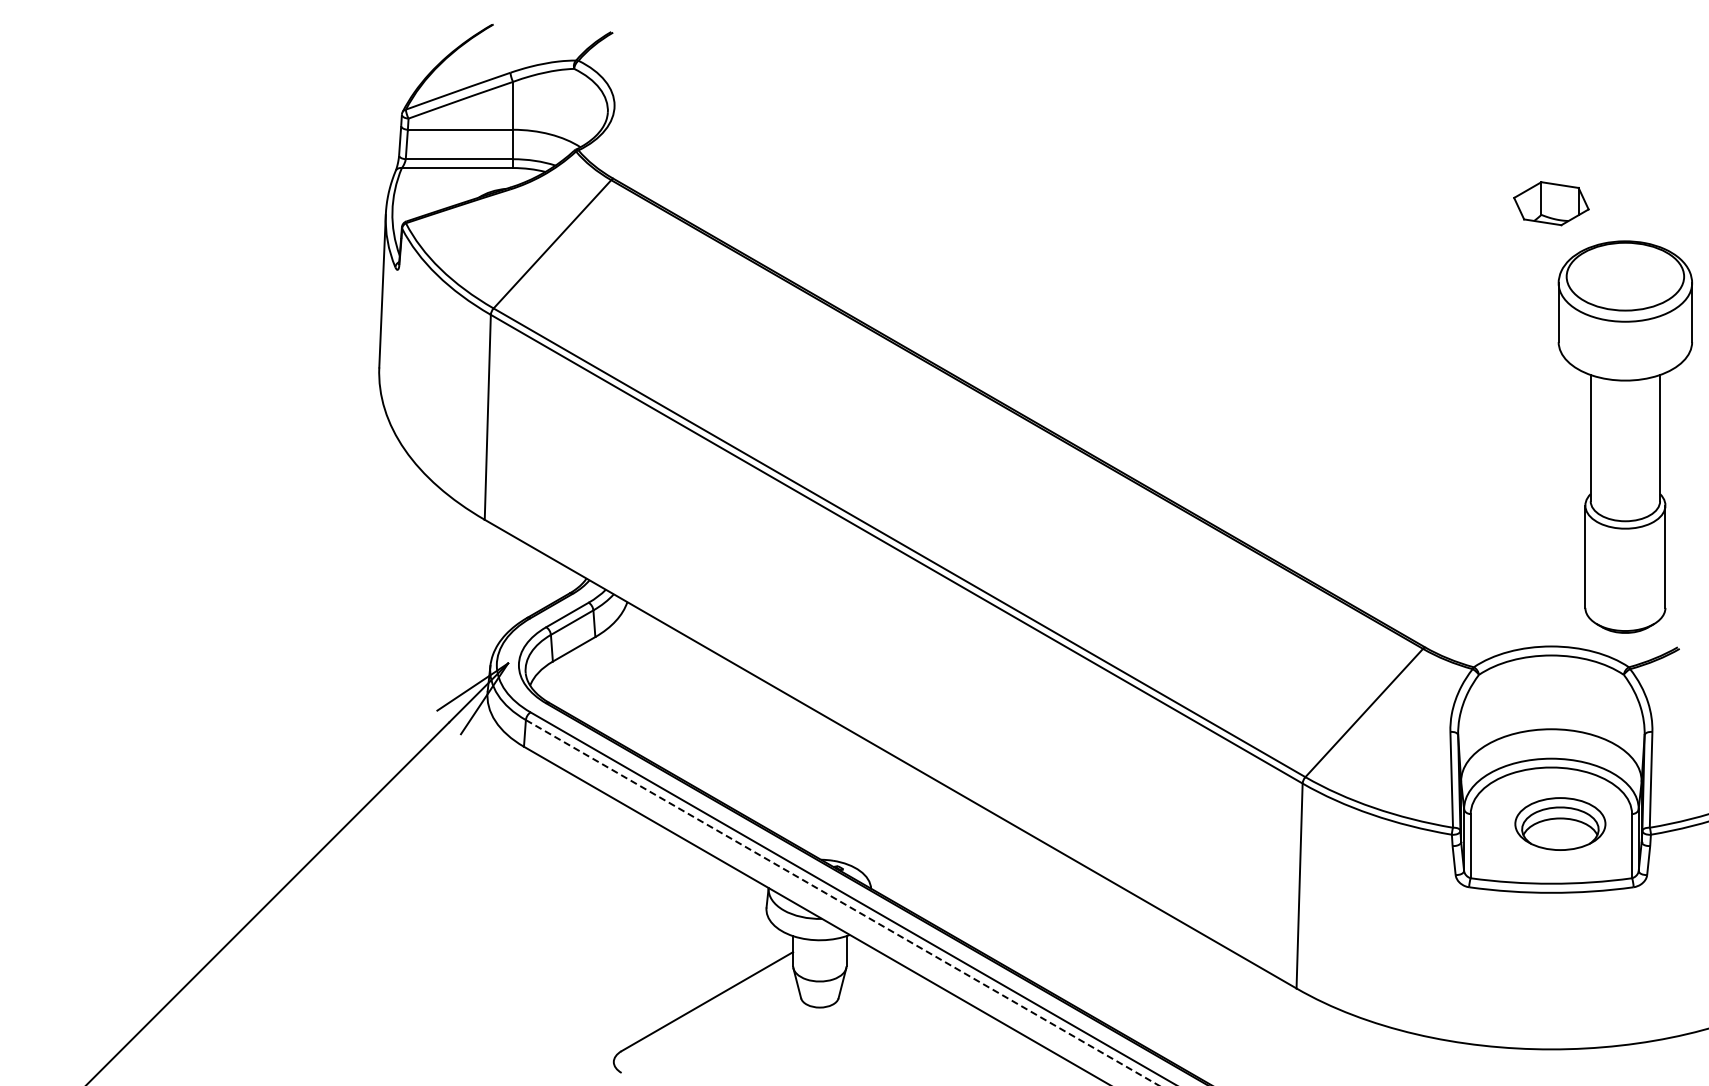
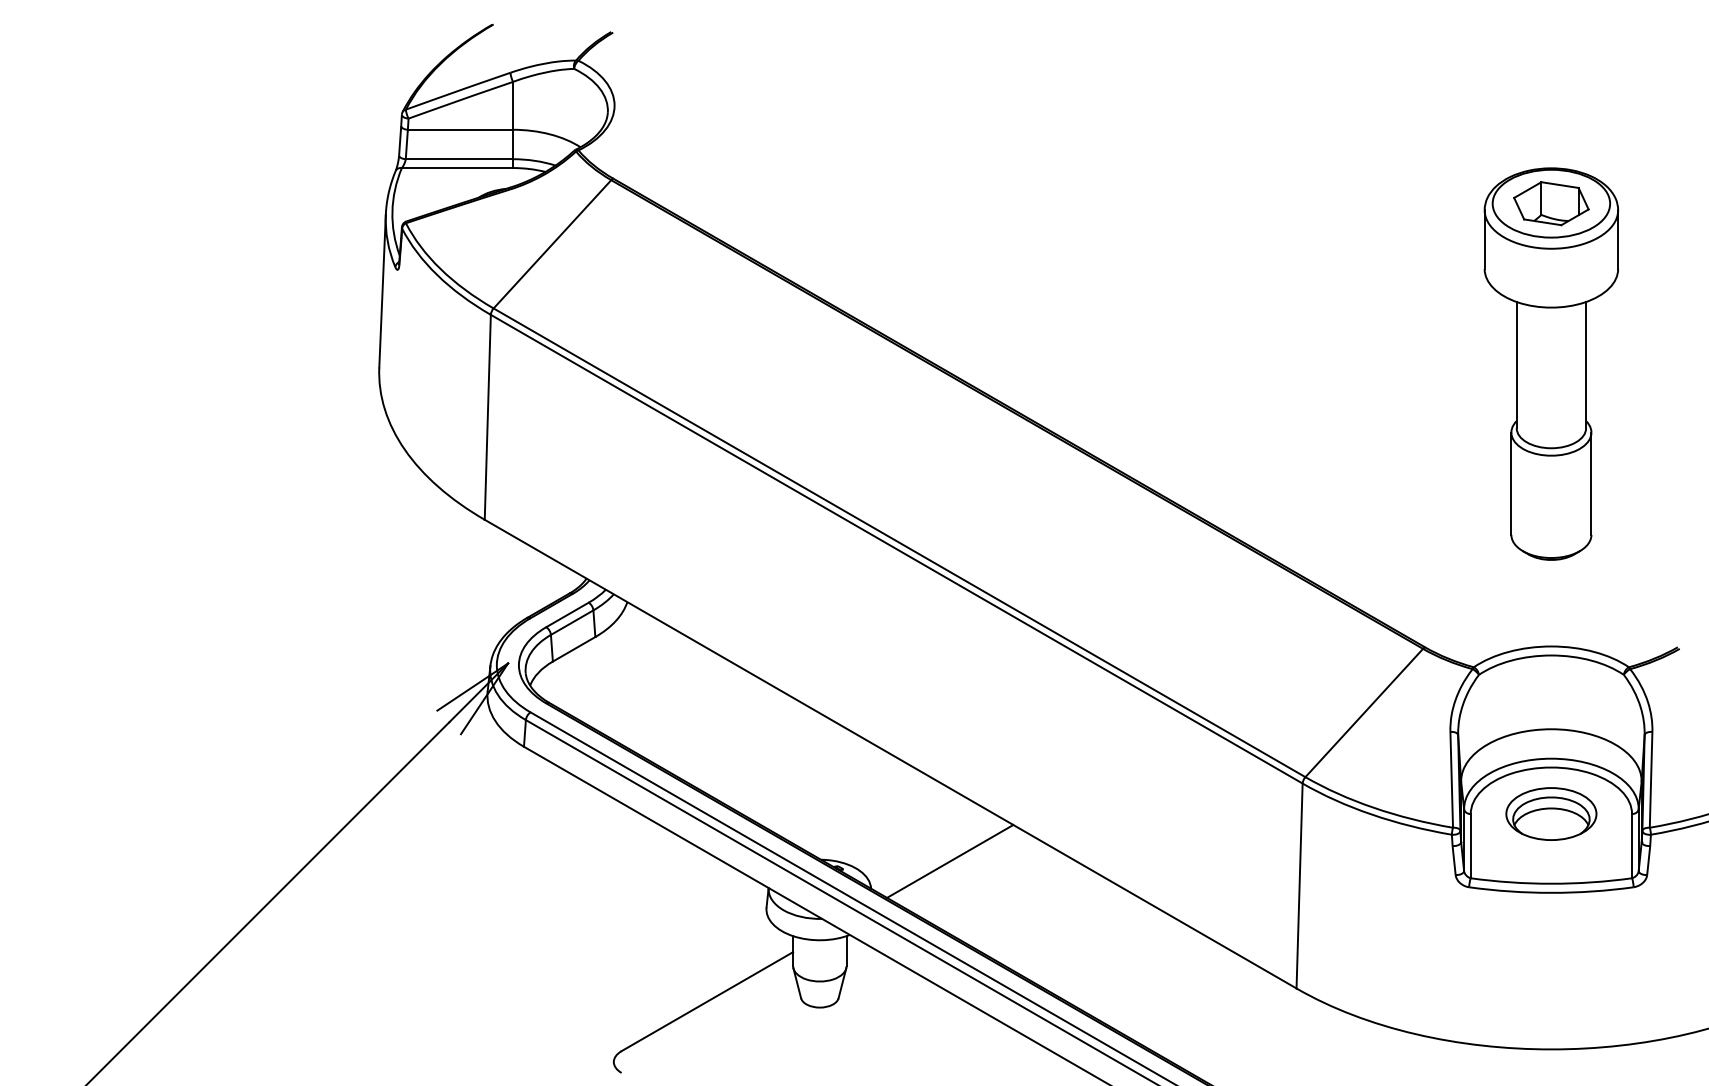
part at (1624, 436) position: (1624, 436) -> (1550, 363)
part at (1560, 823) position: (1560, 823) -> (1551, 813)
line at (950, 860): none -> present
line at (842, 903): dashed -> solid
